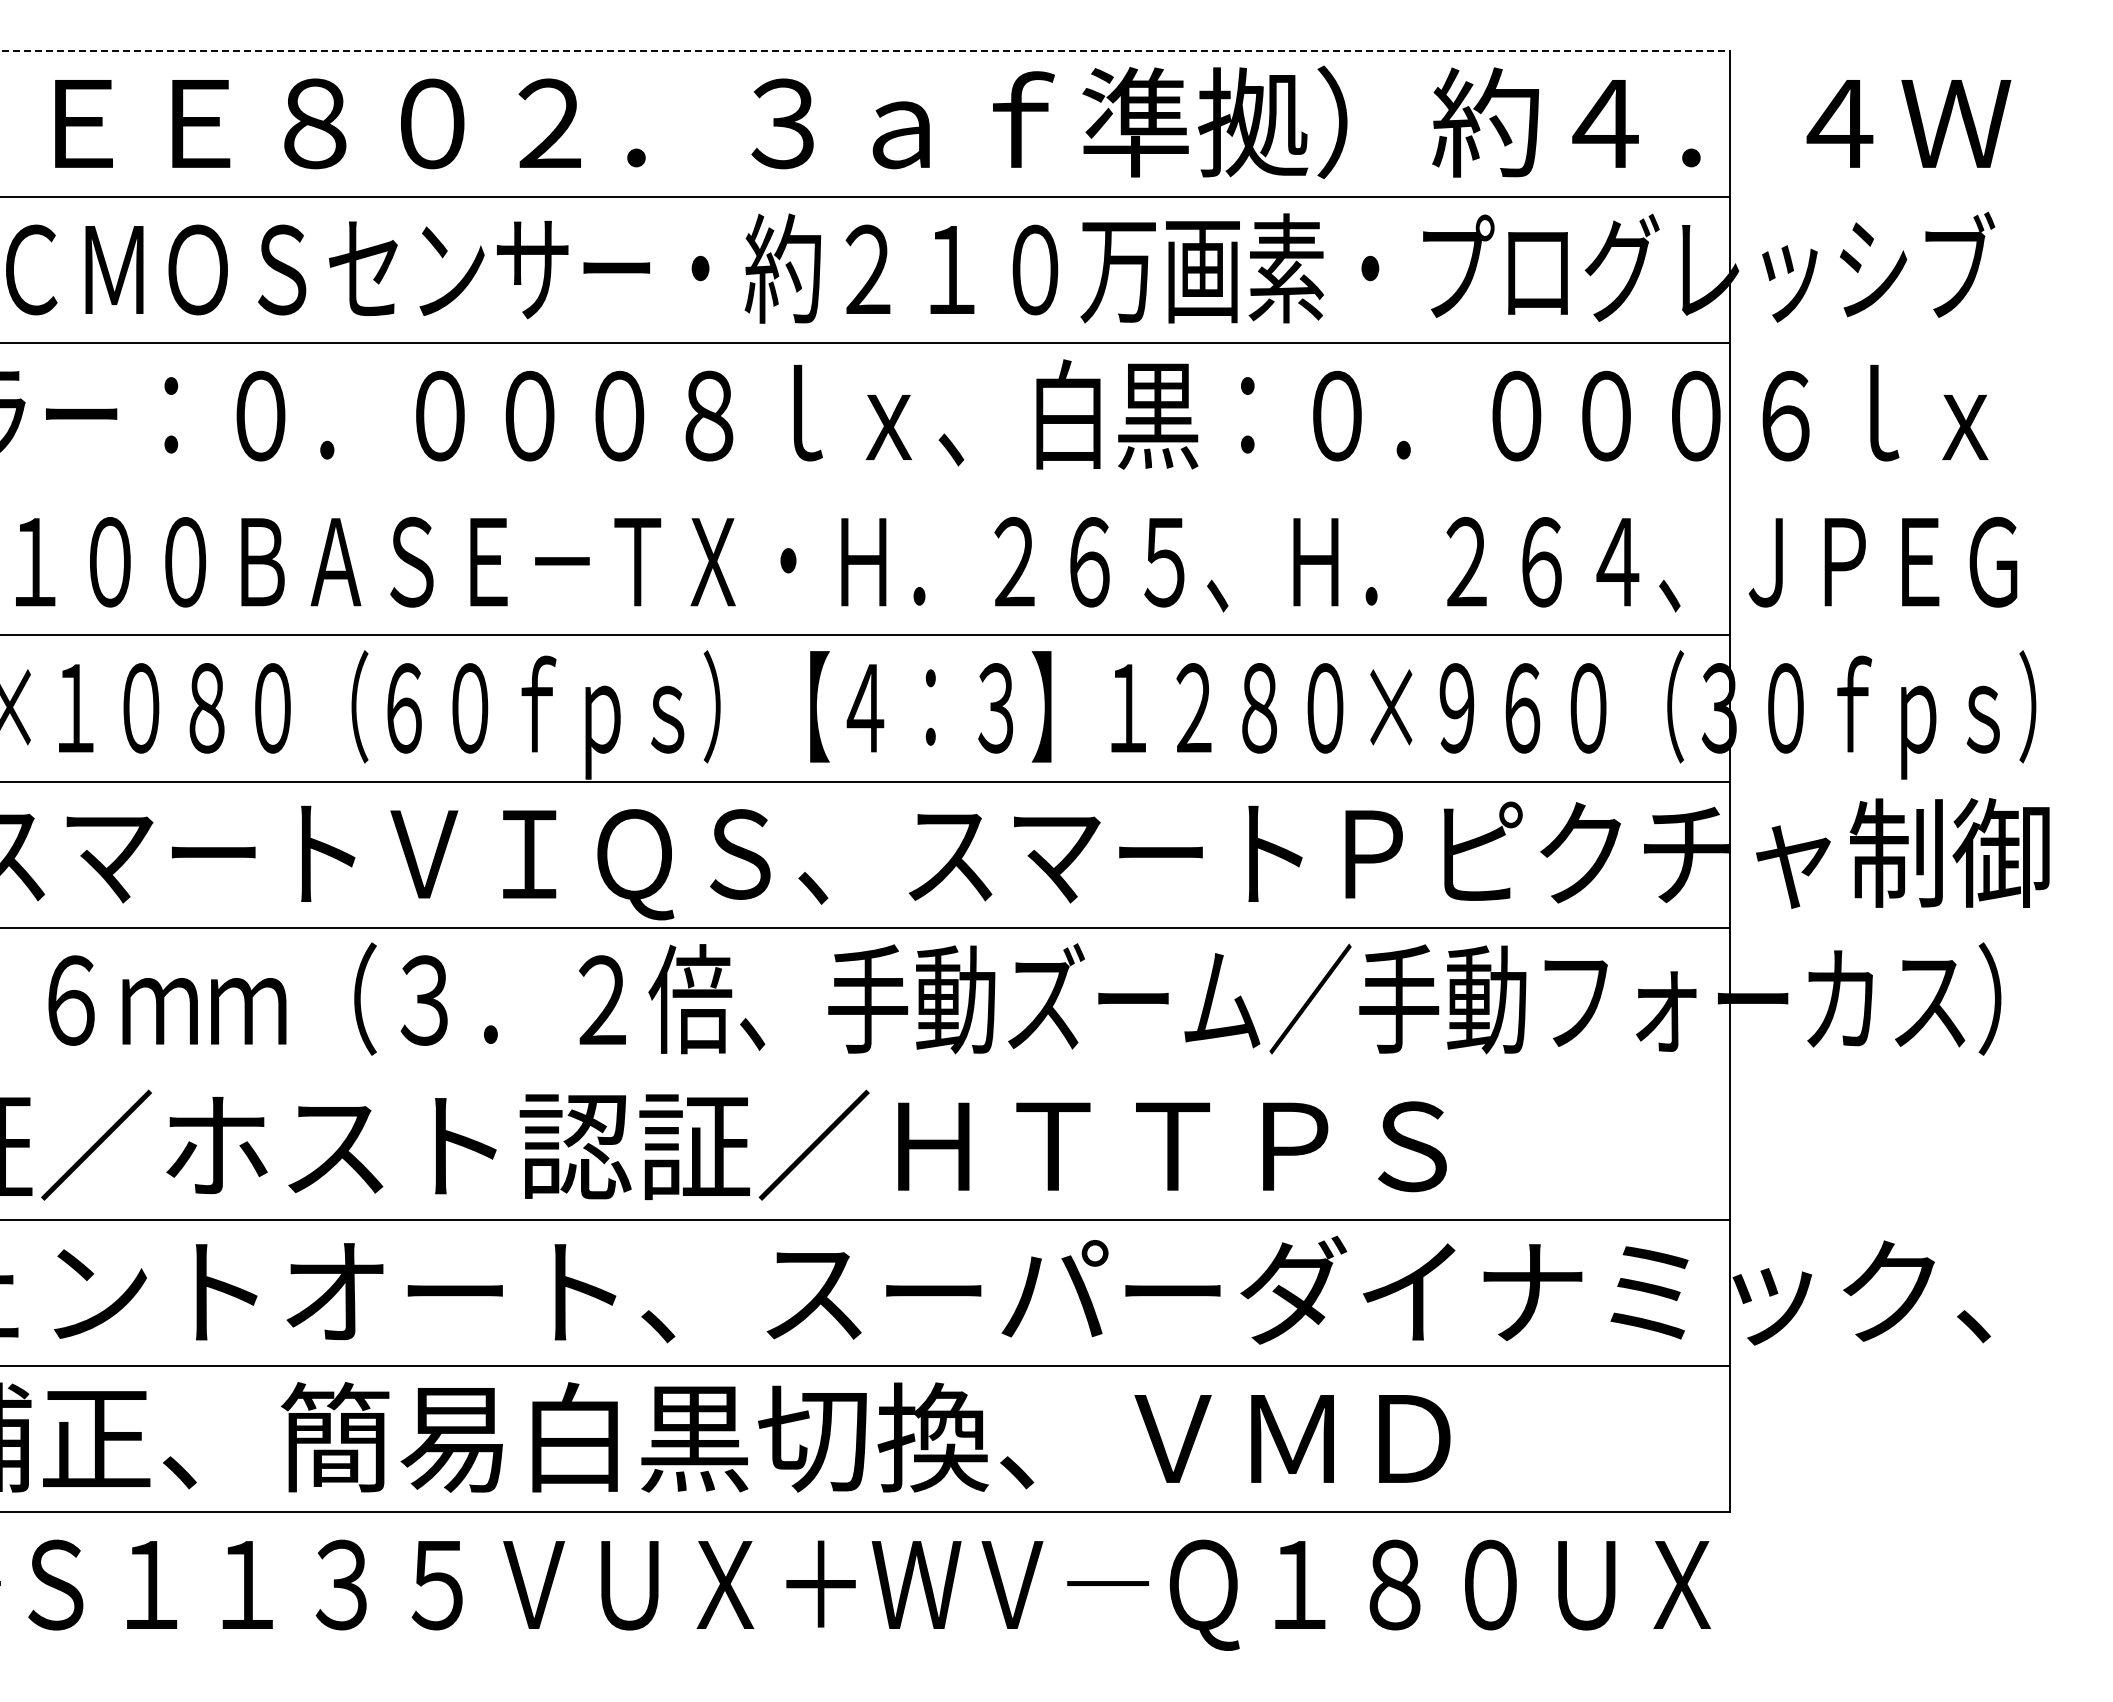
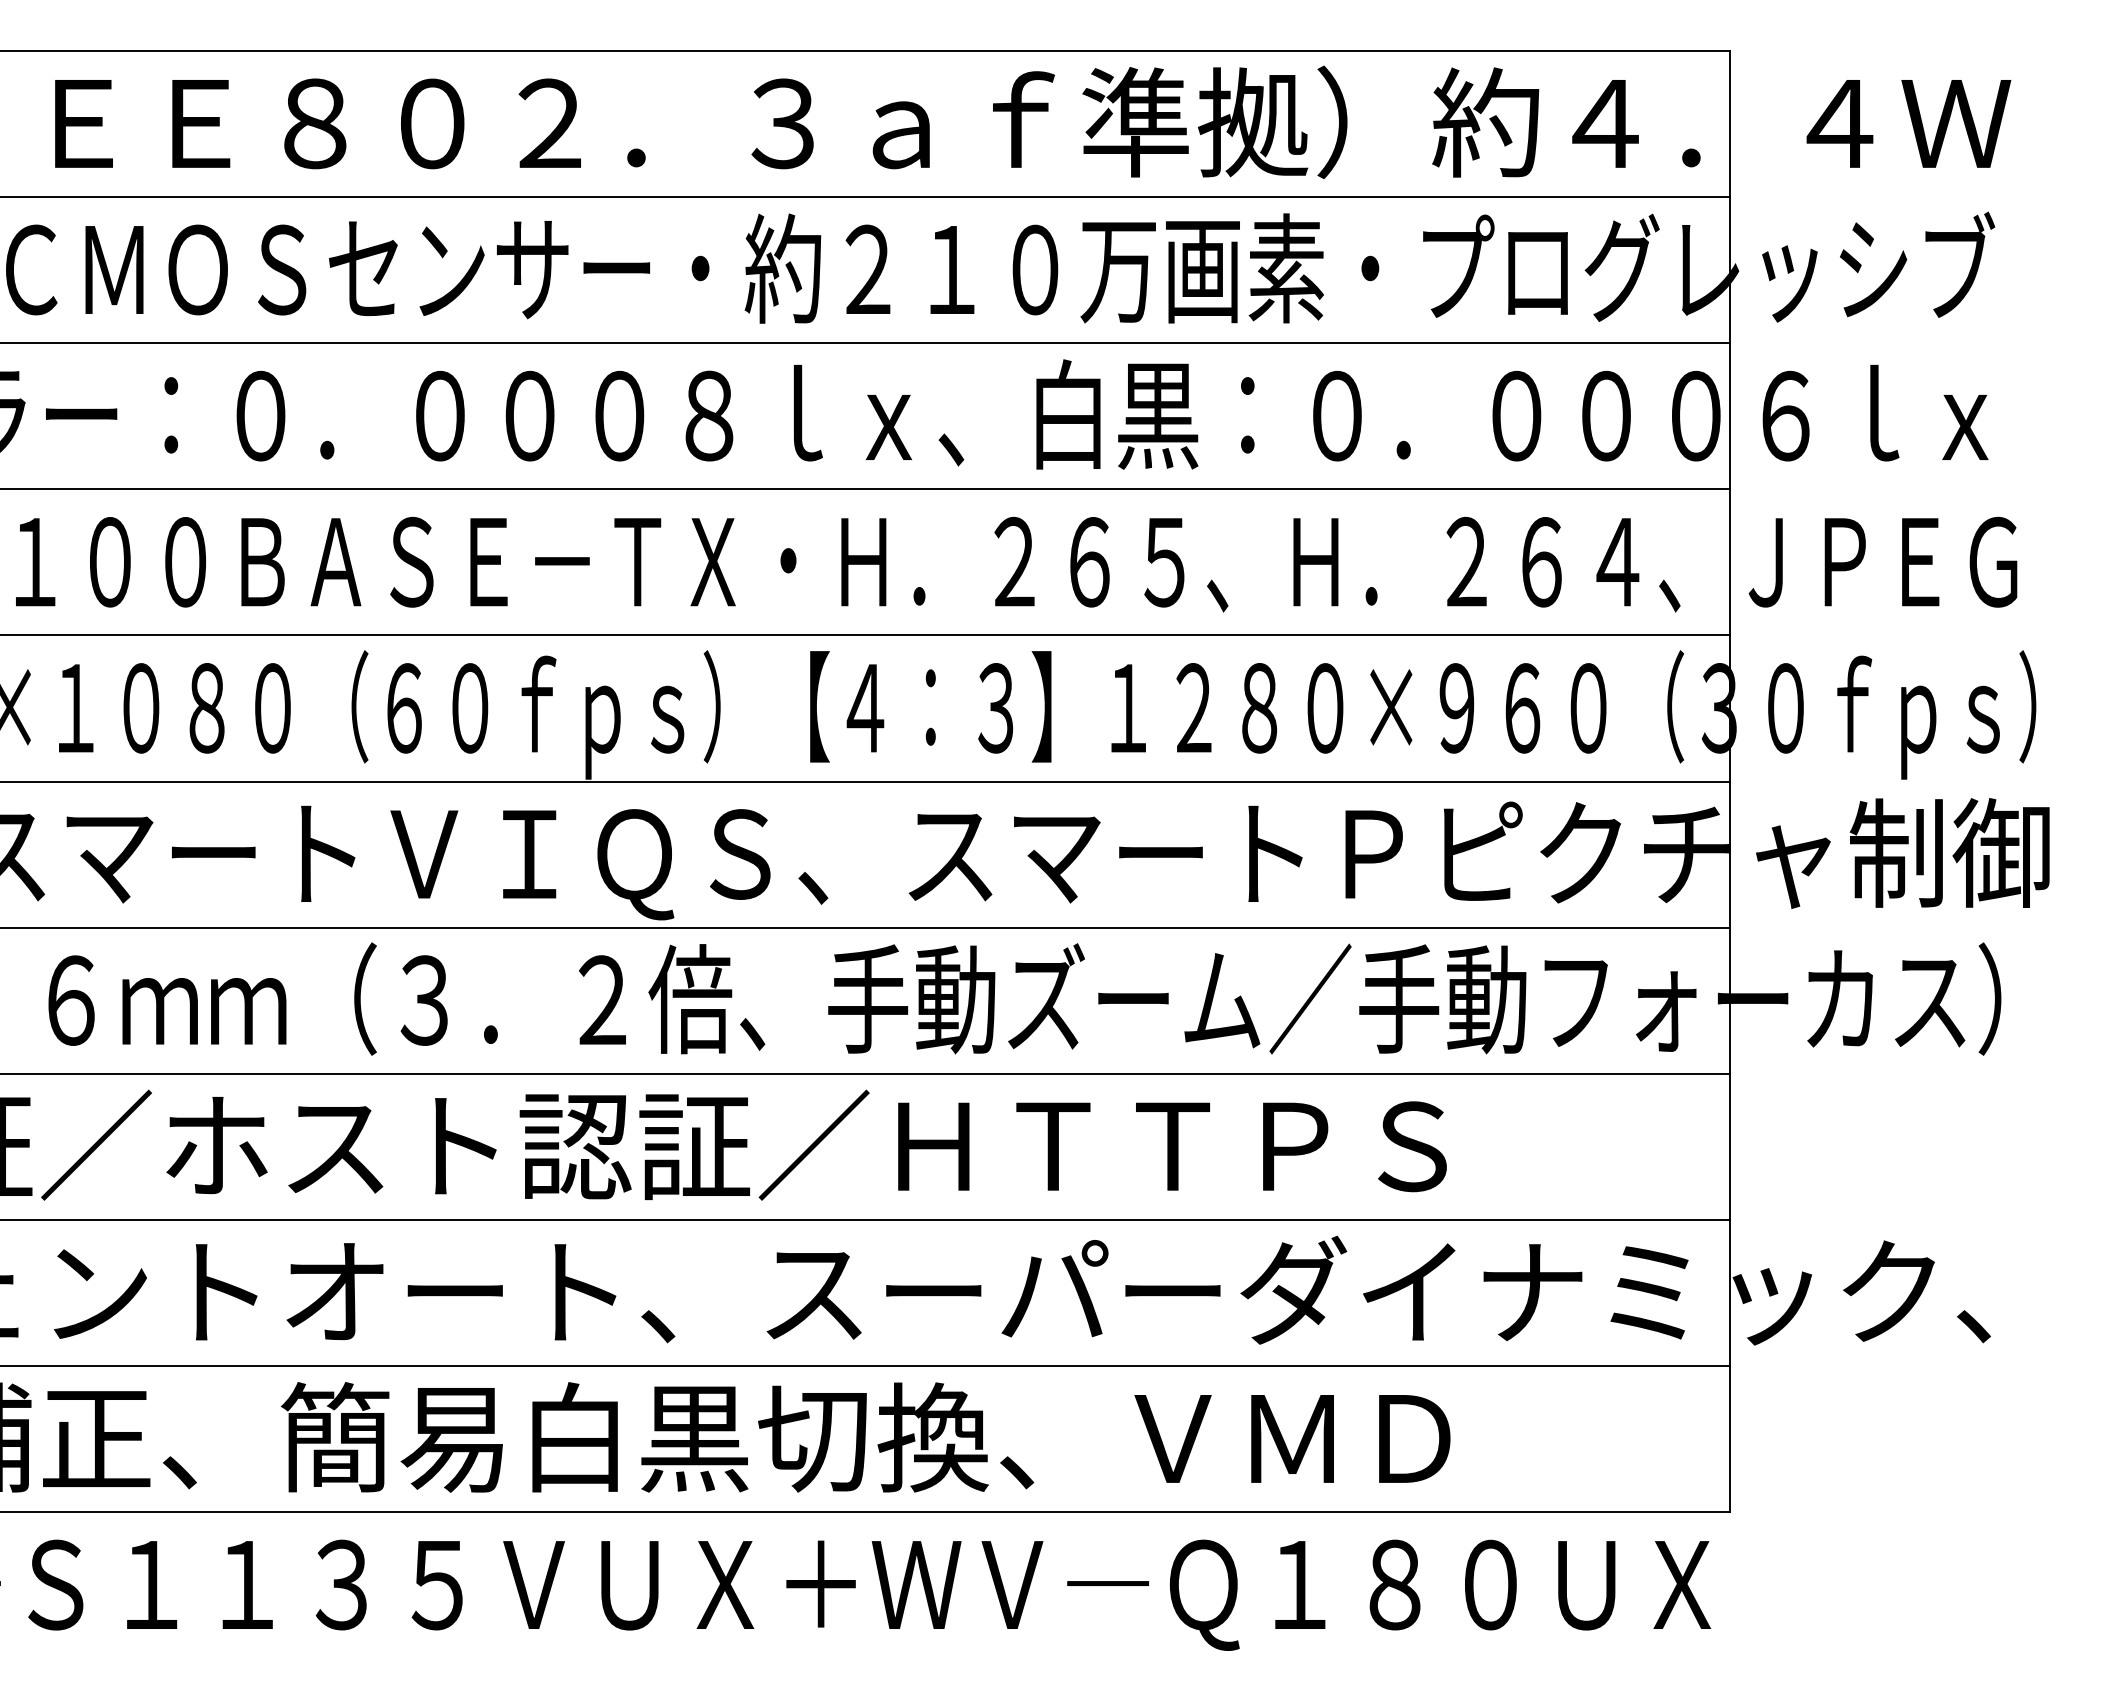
line at (865, 50): dashed -> solid
line at (866, 489): none -> present
line at (866, 1073): none -> present
